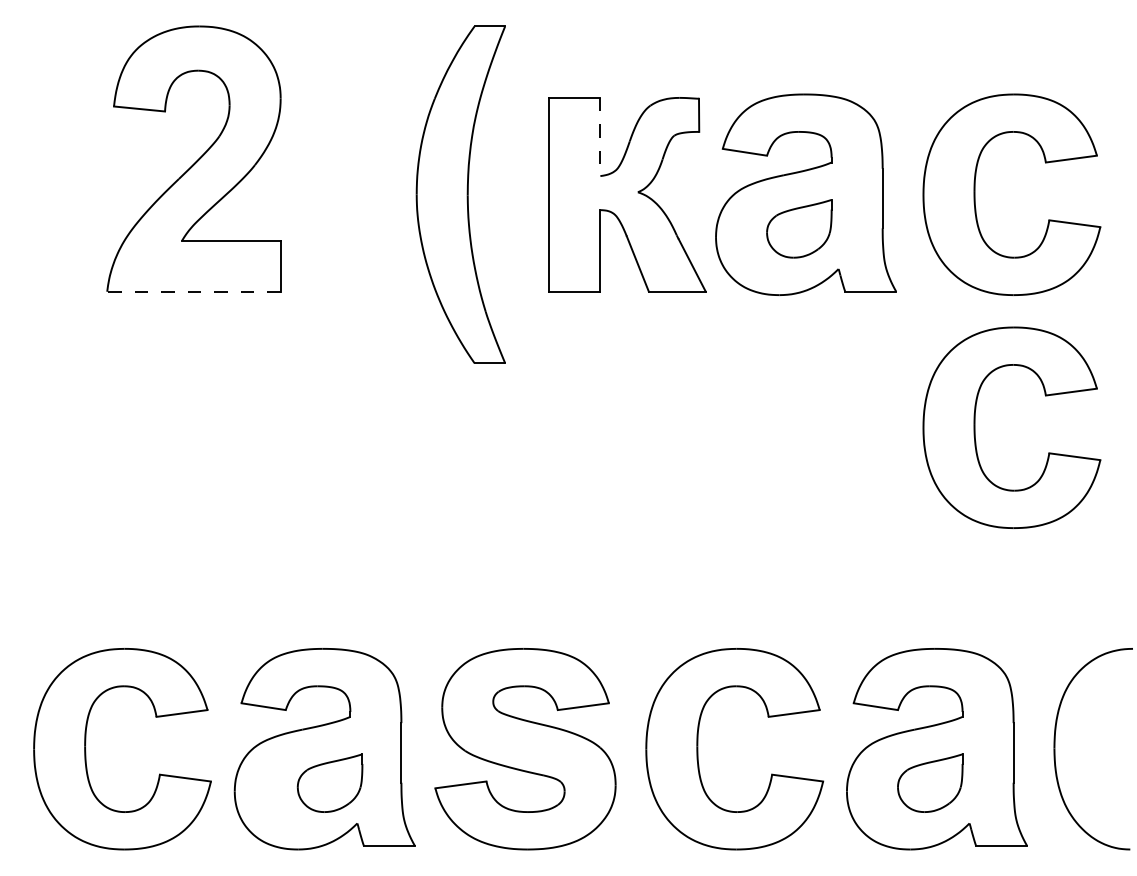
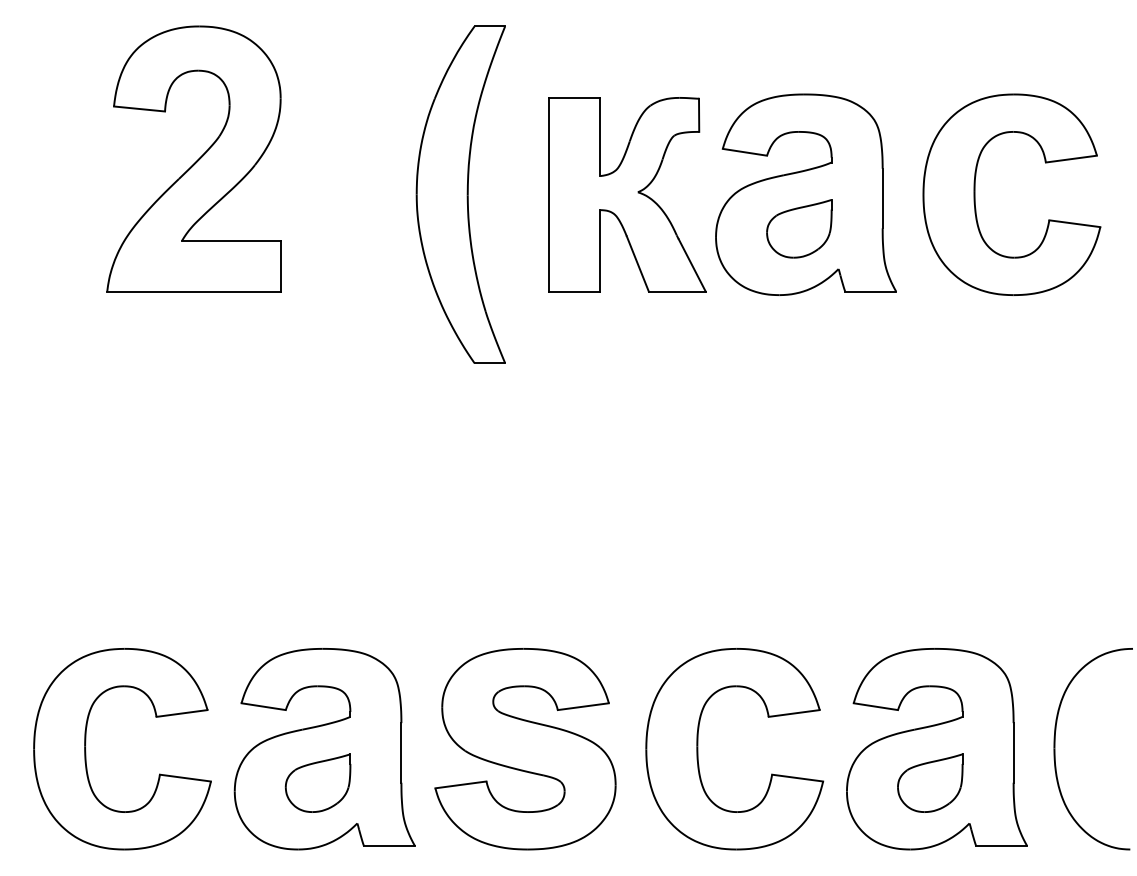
line at (600, 137): dashed -> solid
line at (193, 291): dashed -> solid
part at (975, 427): present -> none
part at (329, 782) position: (329, 782) -> (317, 782)
